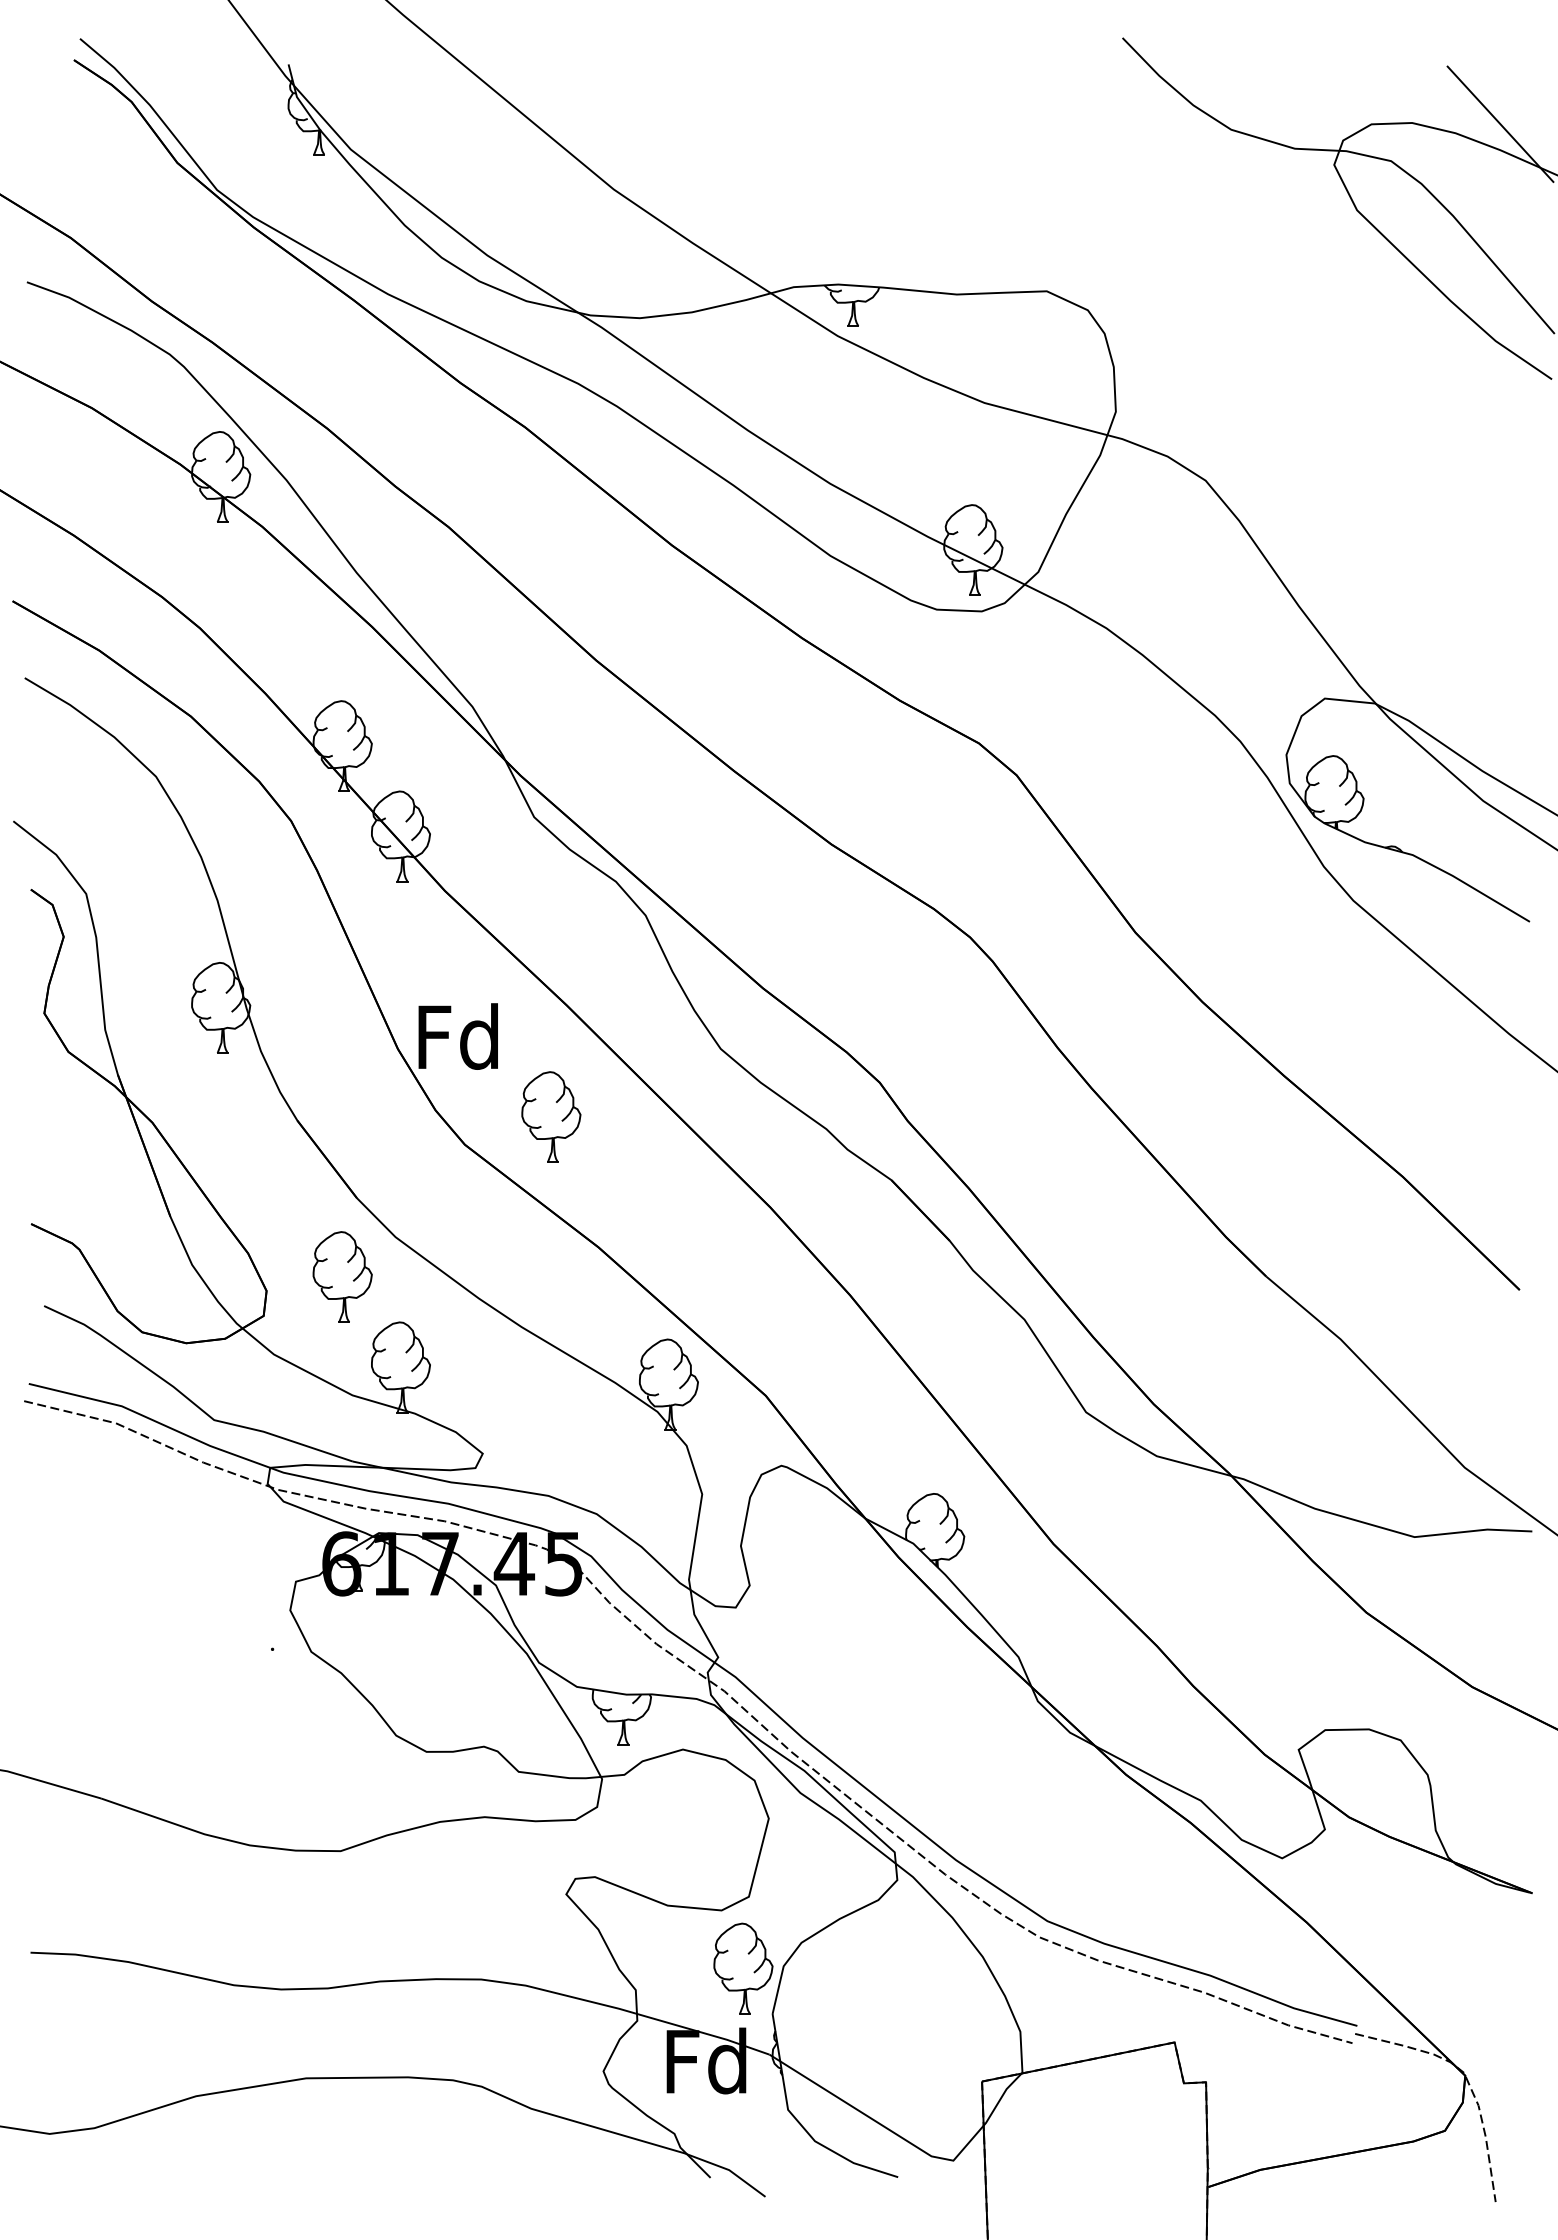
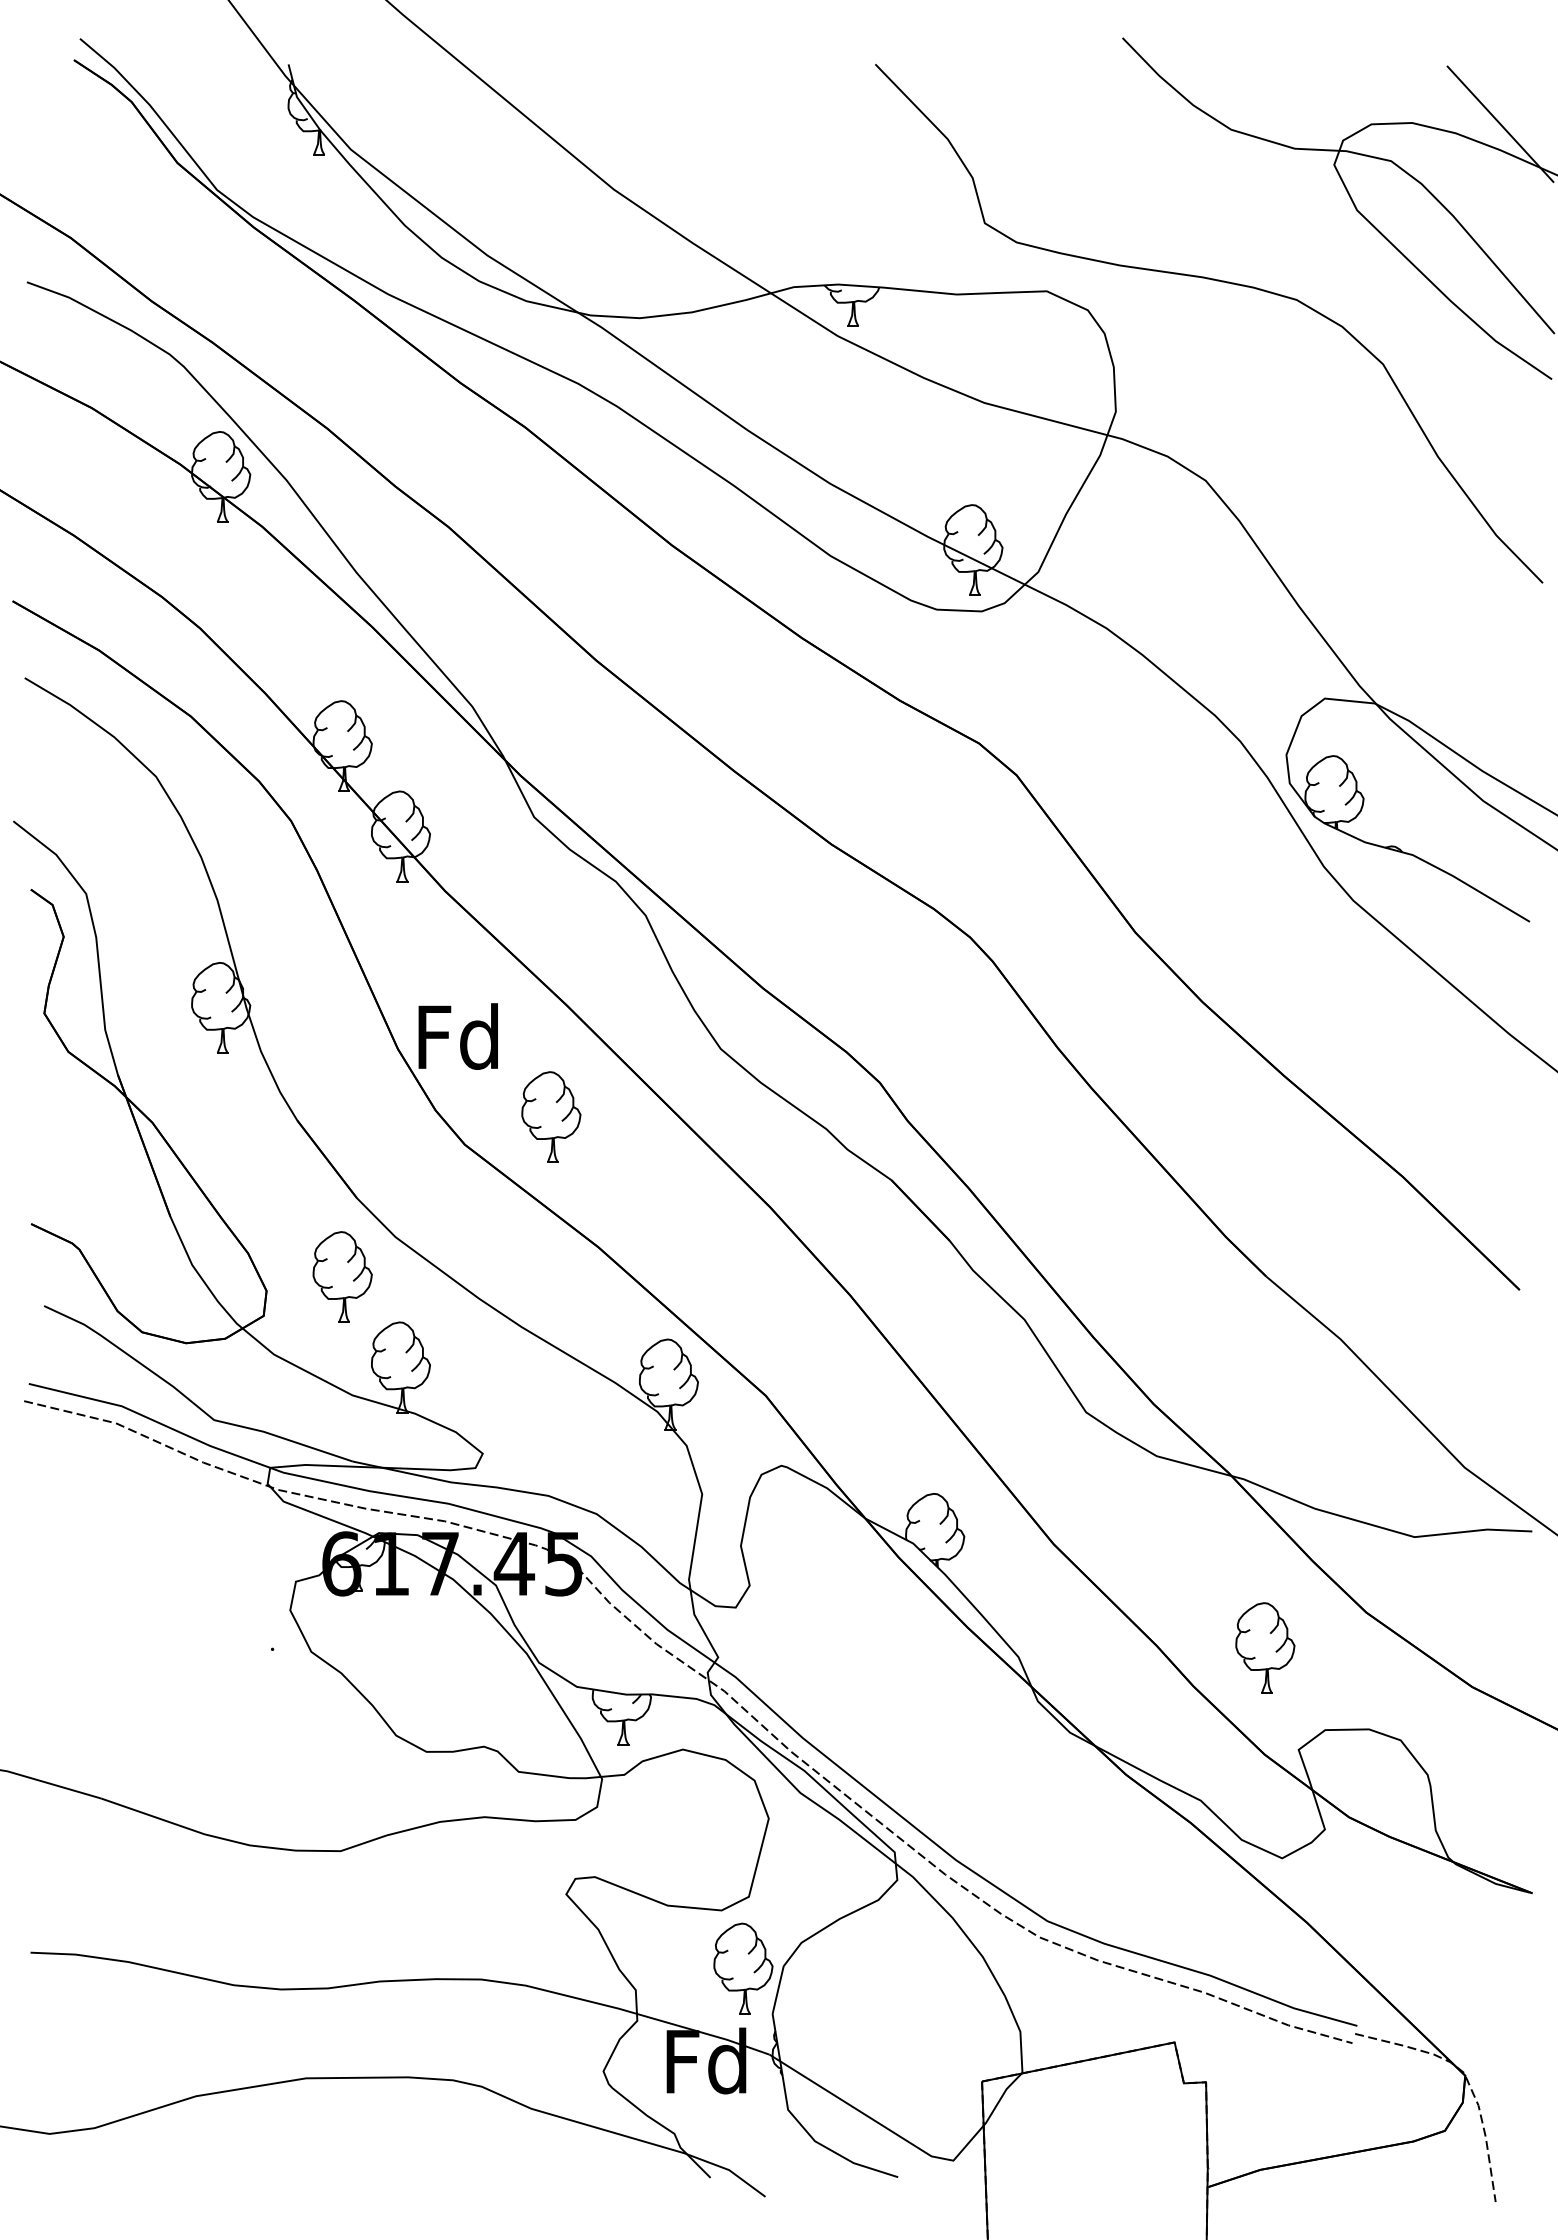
curve at (1216, 281): none -> present
part at (1265, 1647): none -> present
